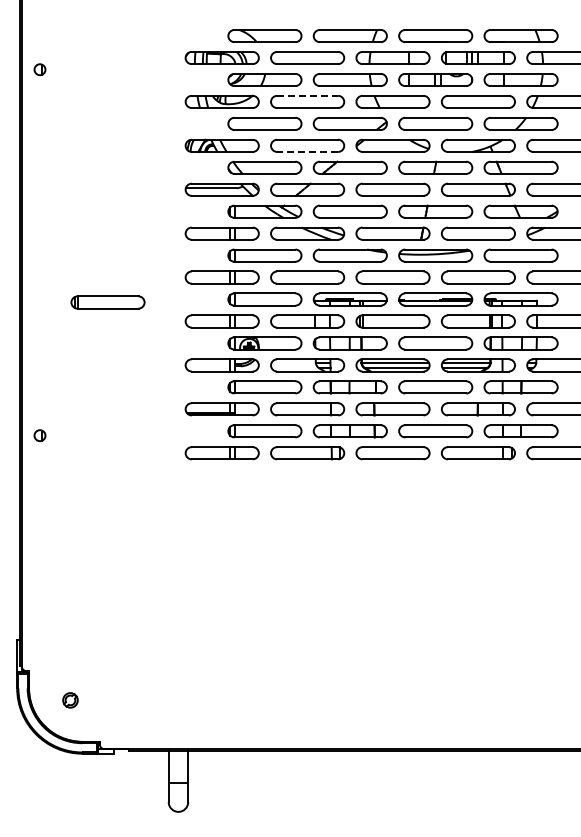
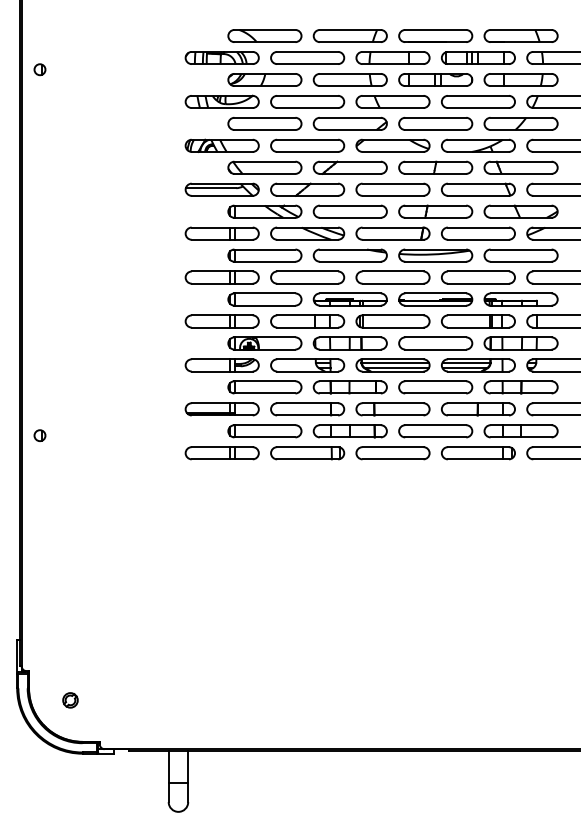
line at (308, 95): dashed -> solid
line at (307, 151): dashed -> solid
part at (107, 302): present -> none
